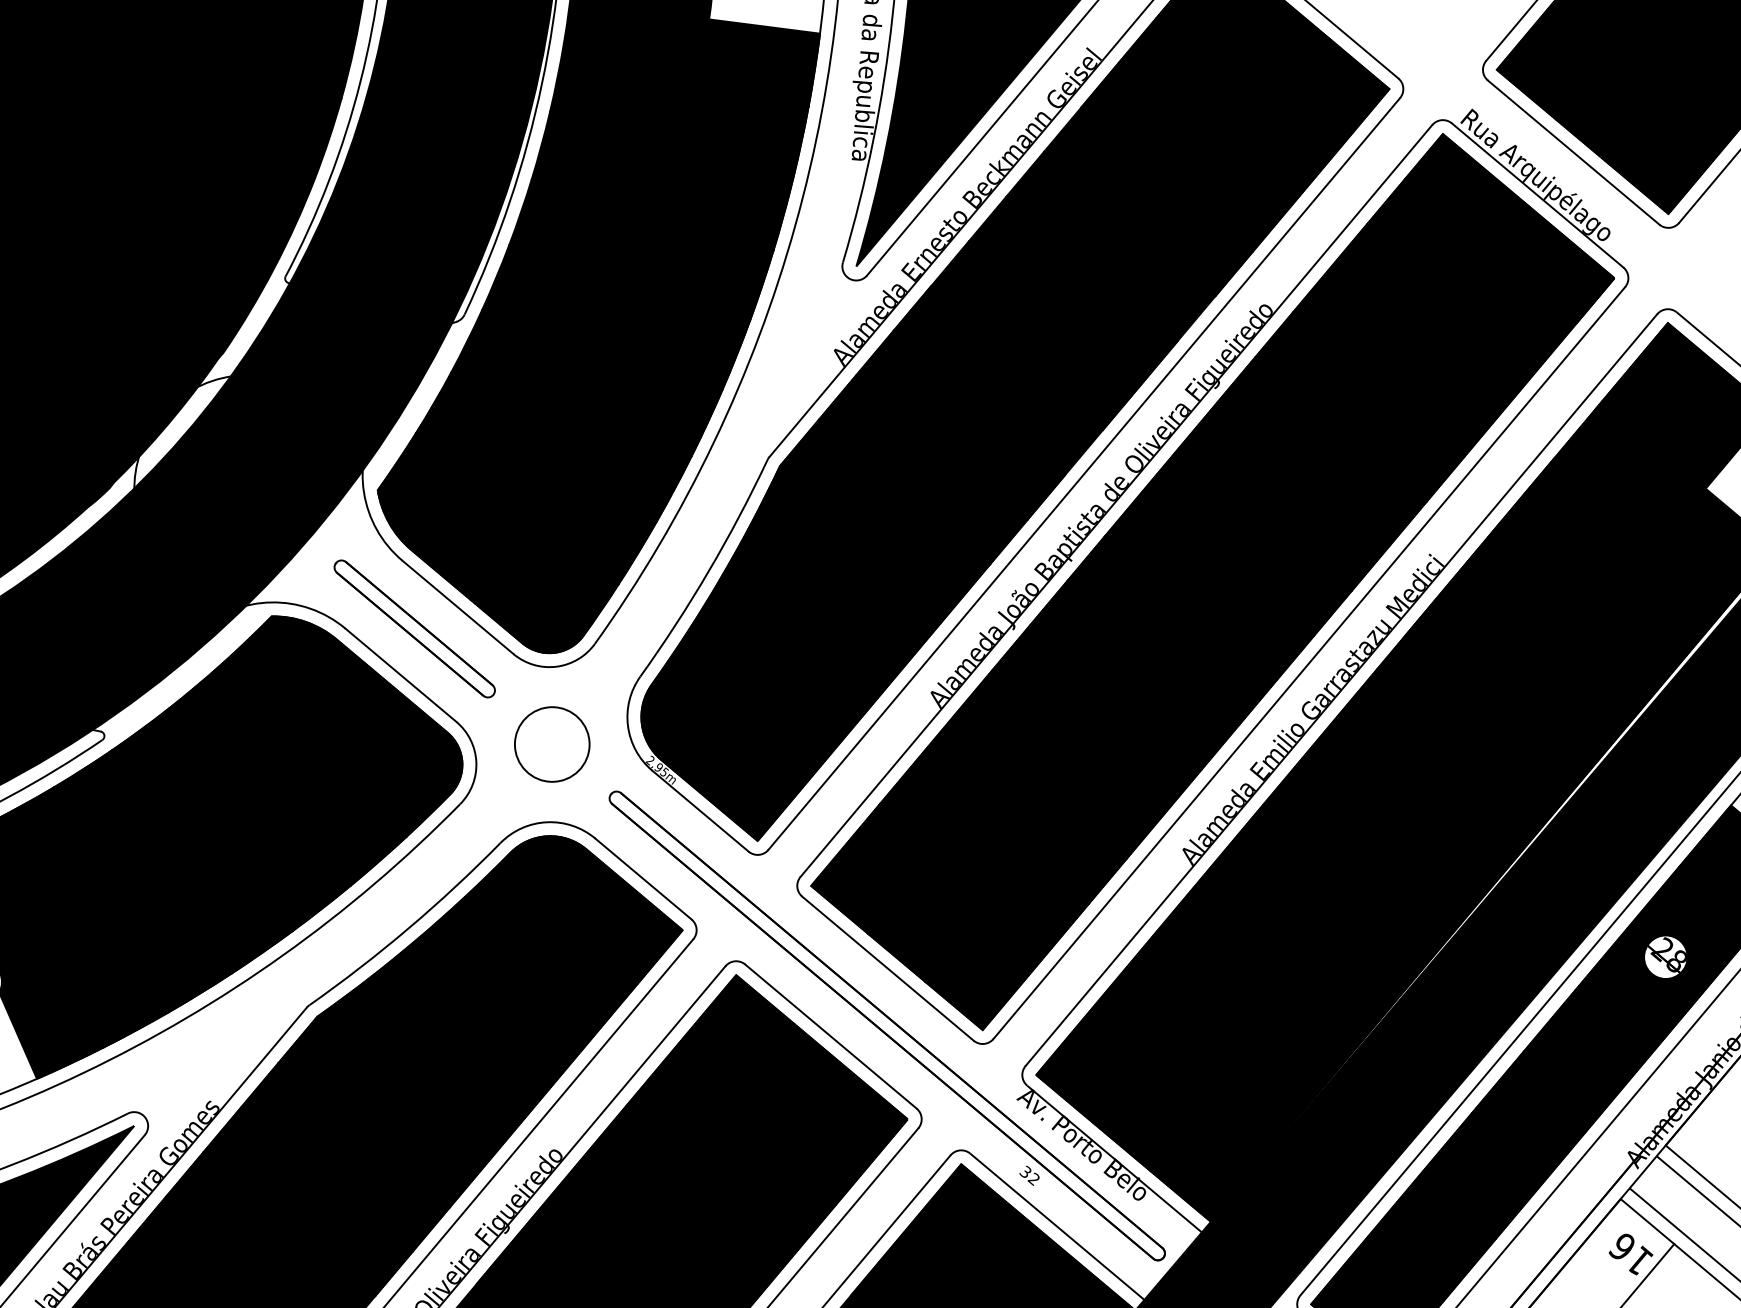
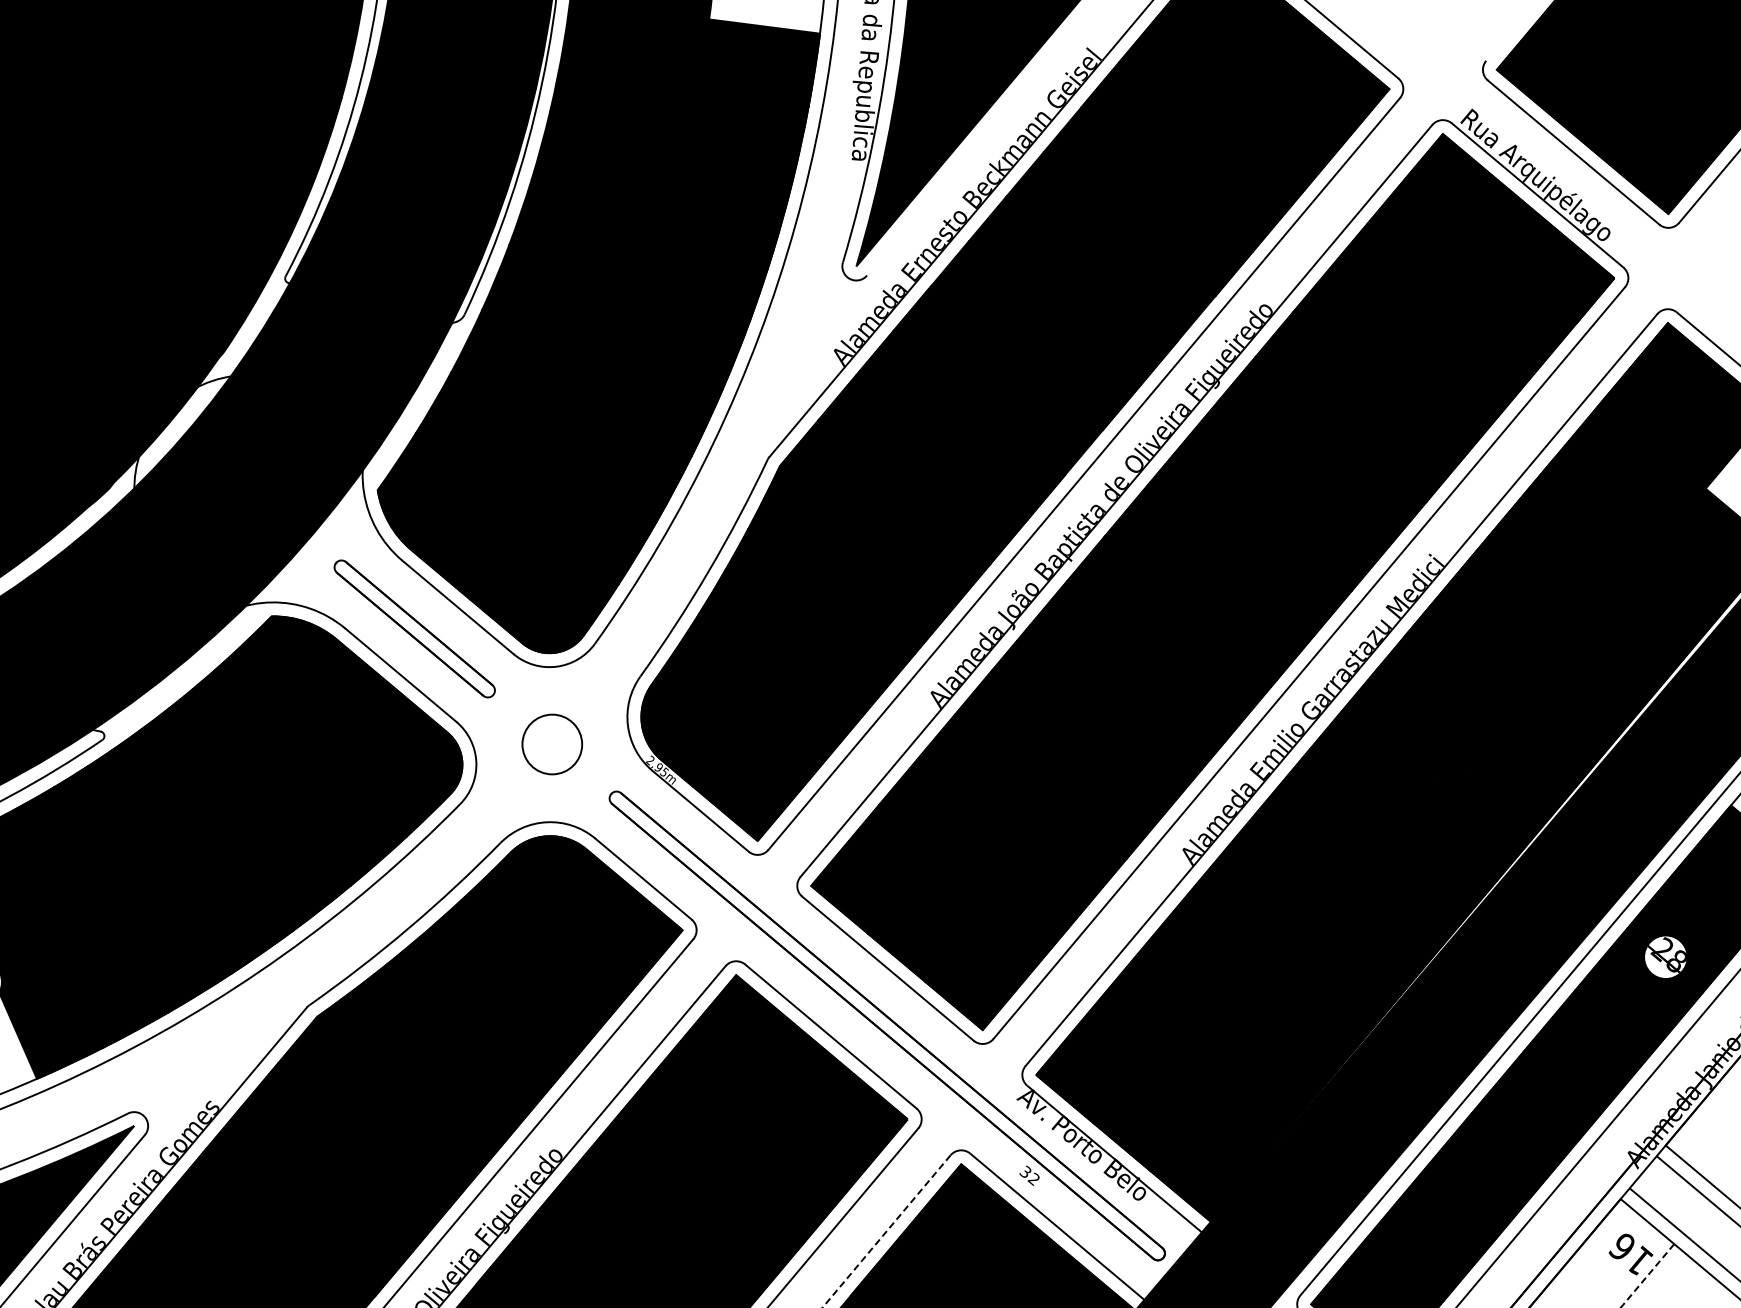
line at (1510, 31): present -> none
line at (981, 138): present -> none
circle at (552, 744) size: 77x77 px -> 63x63 px
line at (886, 1231): solid -> dashed
line at (1647, 1276): solid -> dashed
